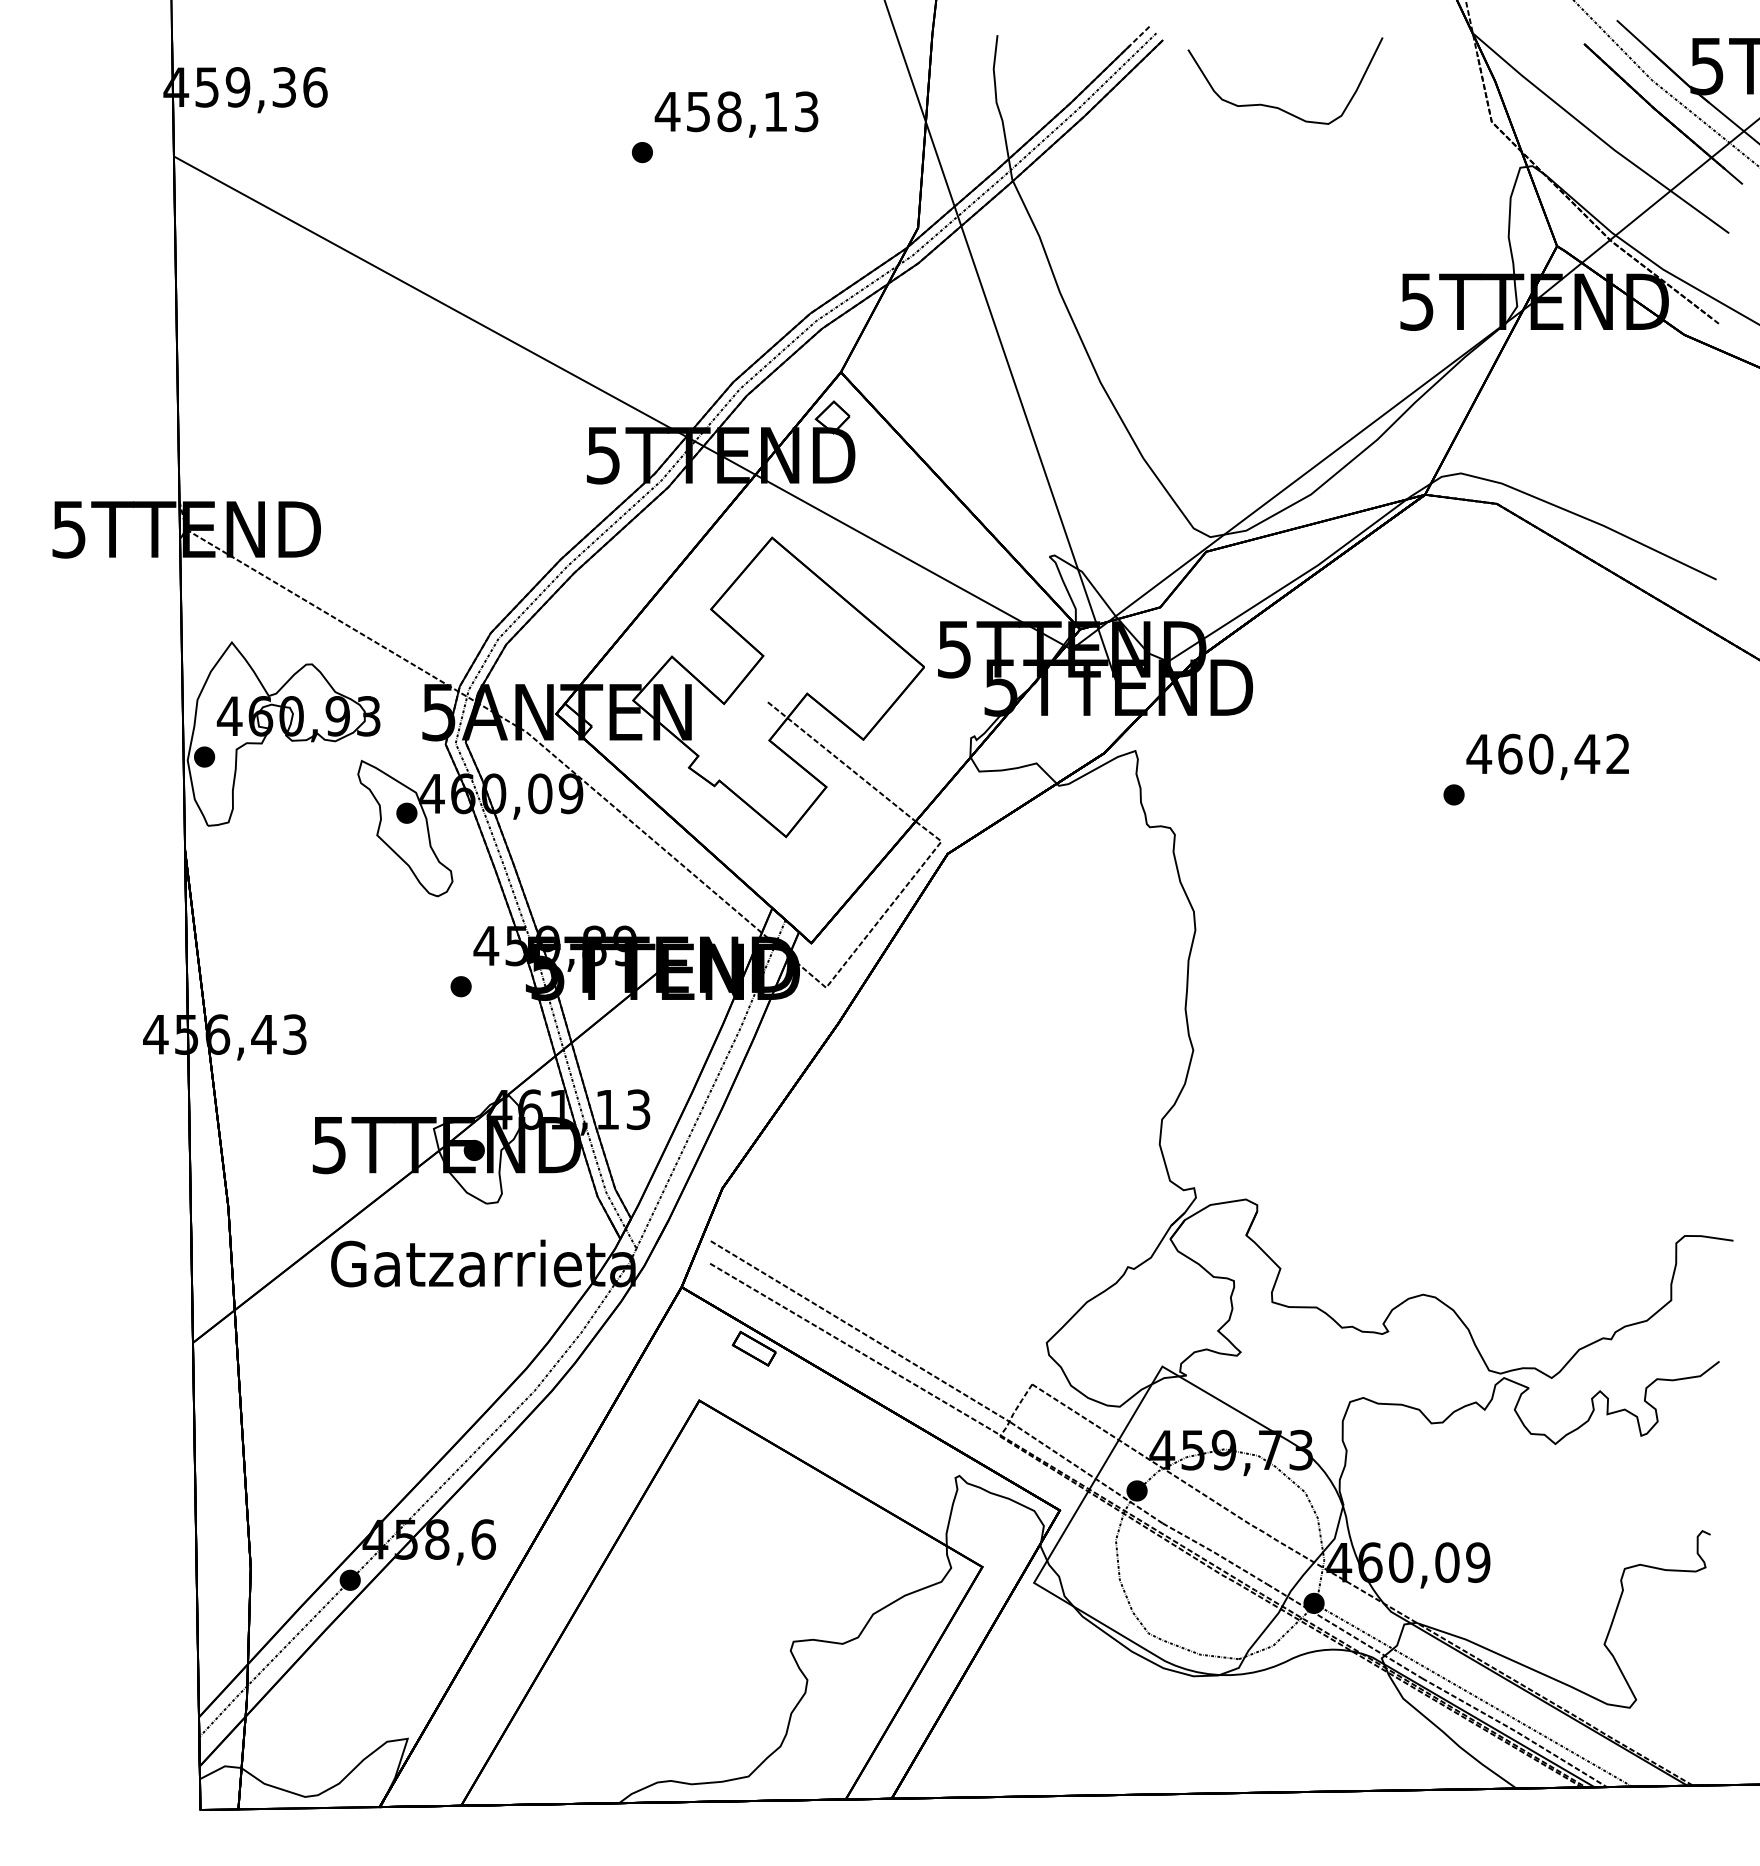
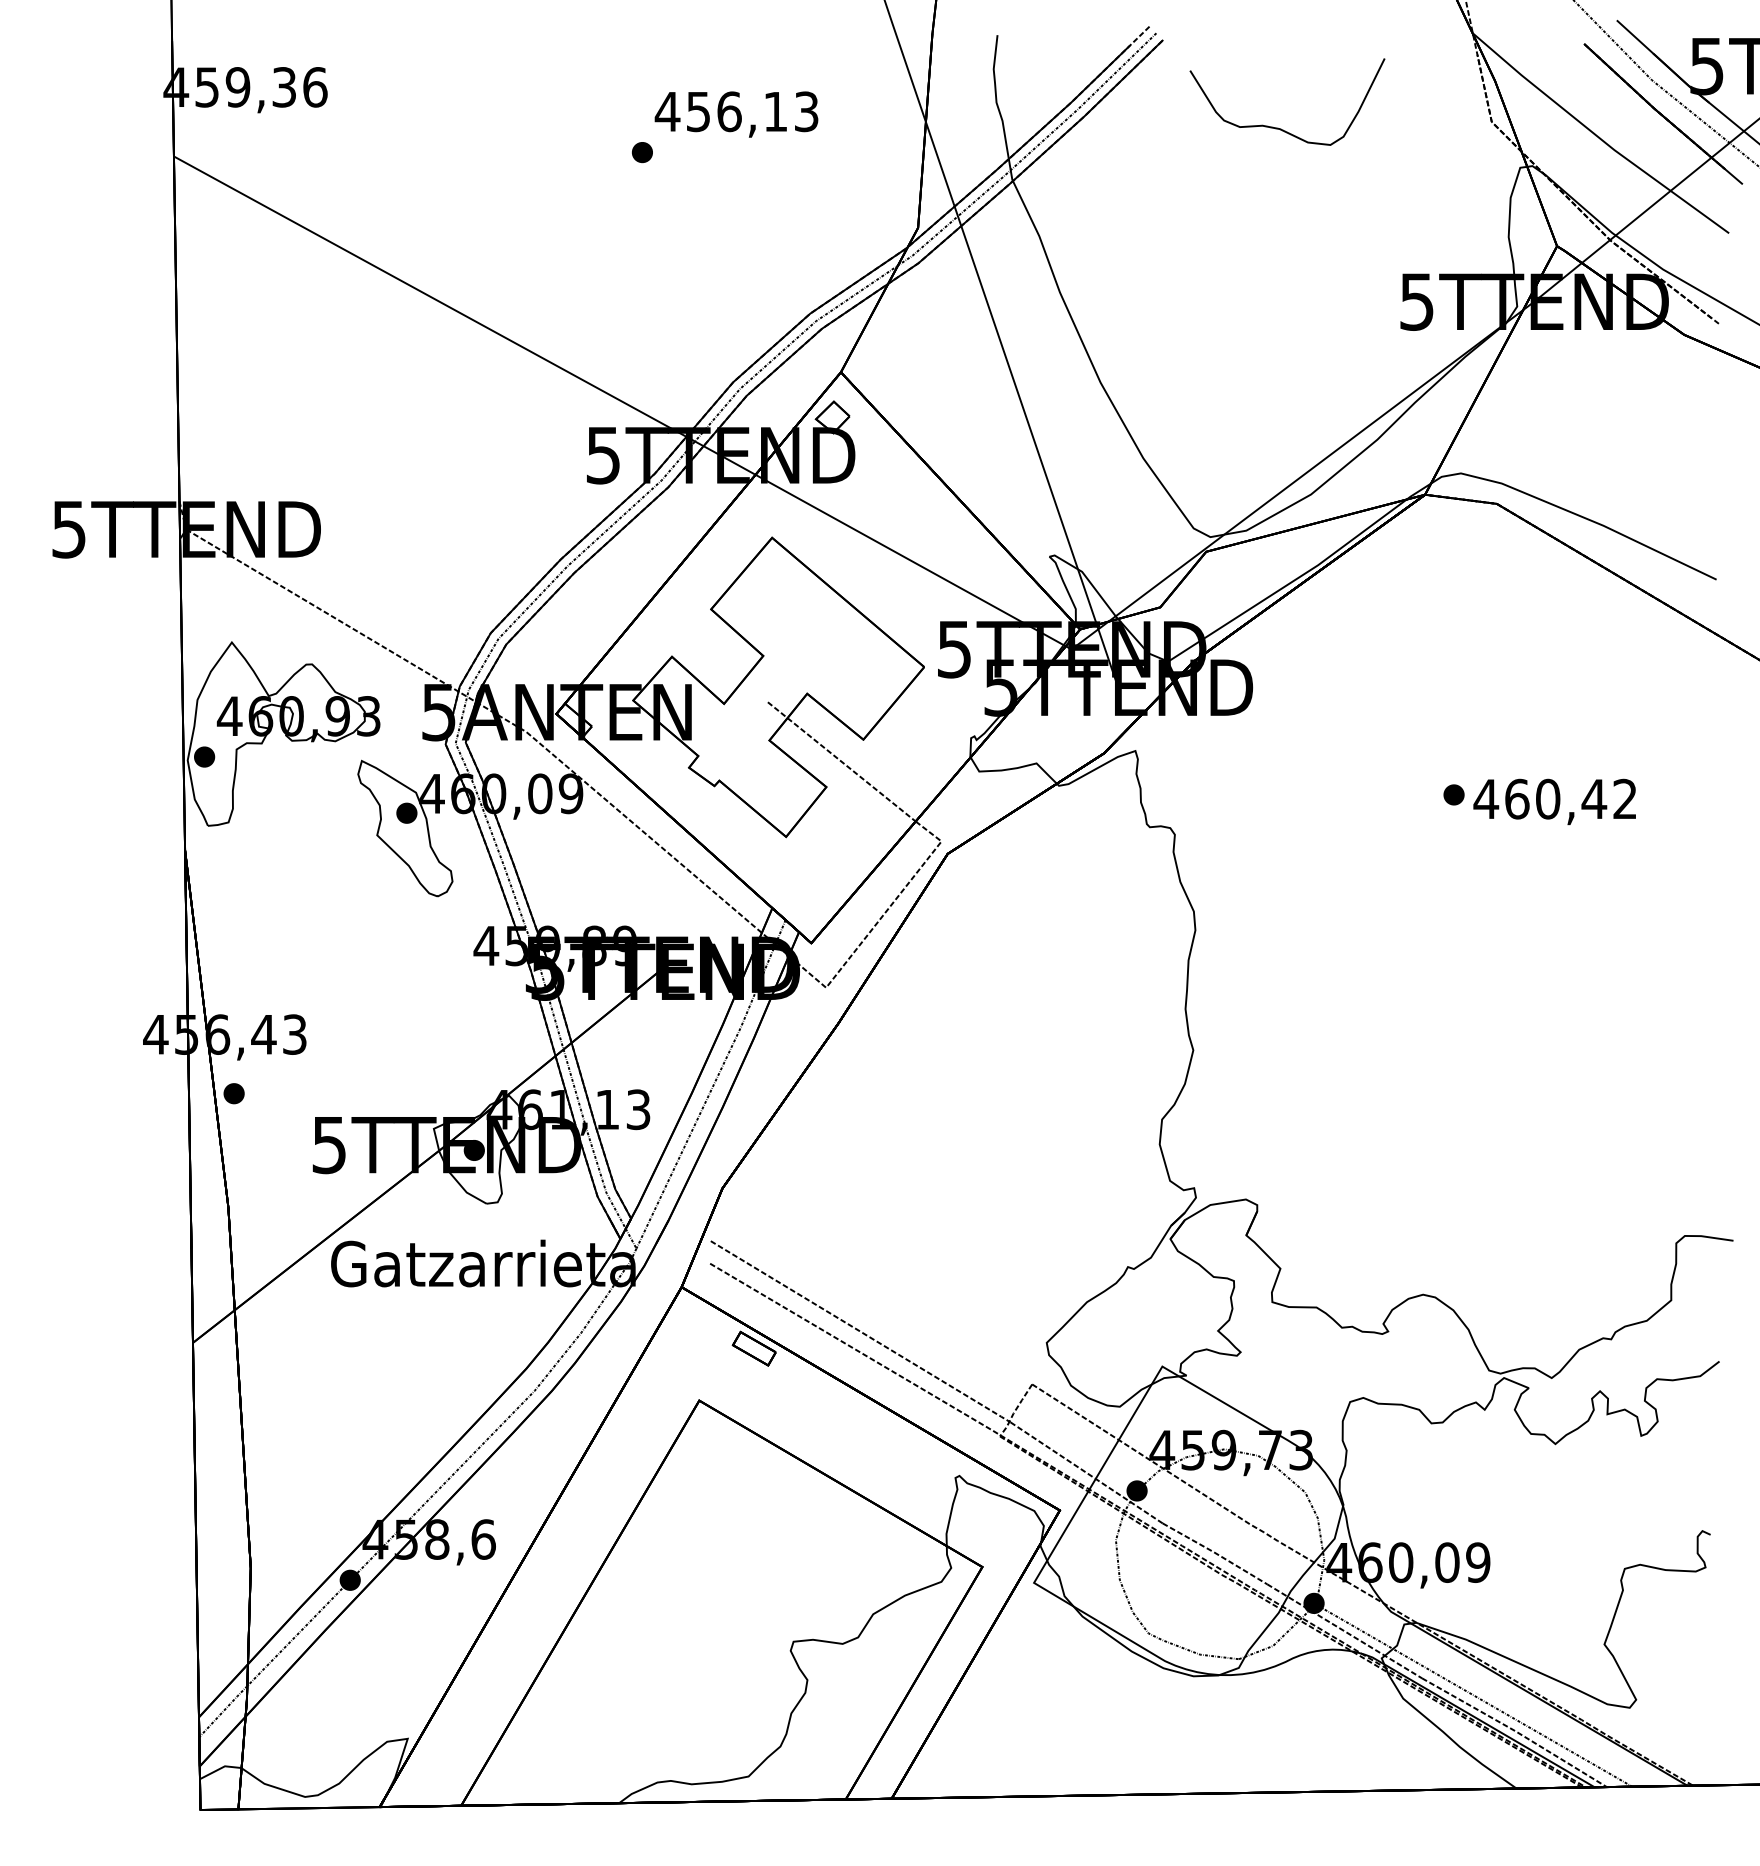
curve at (1276, 106) position: (1276, 106) -> (1278, 127)
text at (729, 111): 458,13 -> 456,13
text at (1547, 756) position: (1547, 756) -> (1554, 801)
part at (460, 986) position: (460, 986) -> (233, 1093)
